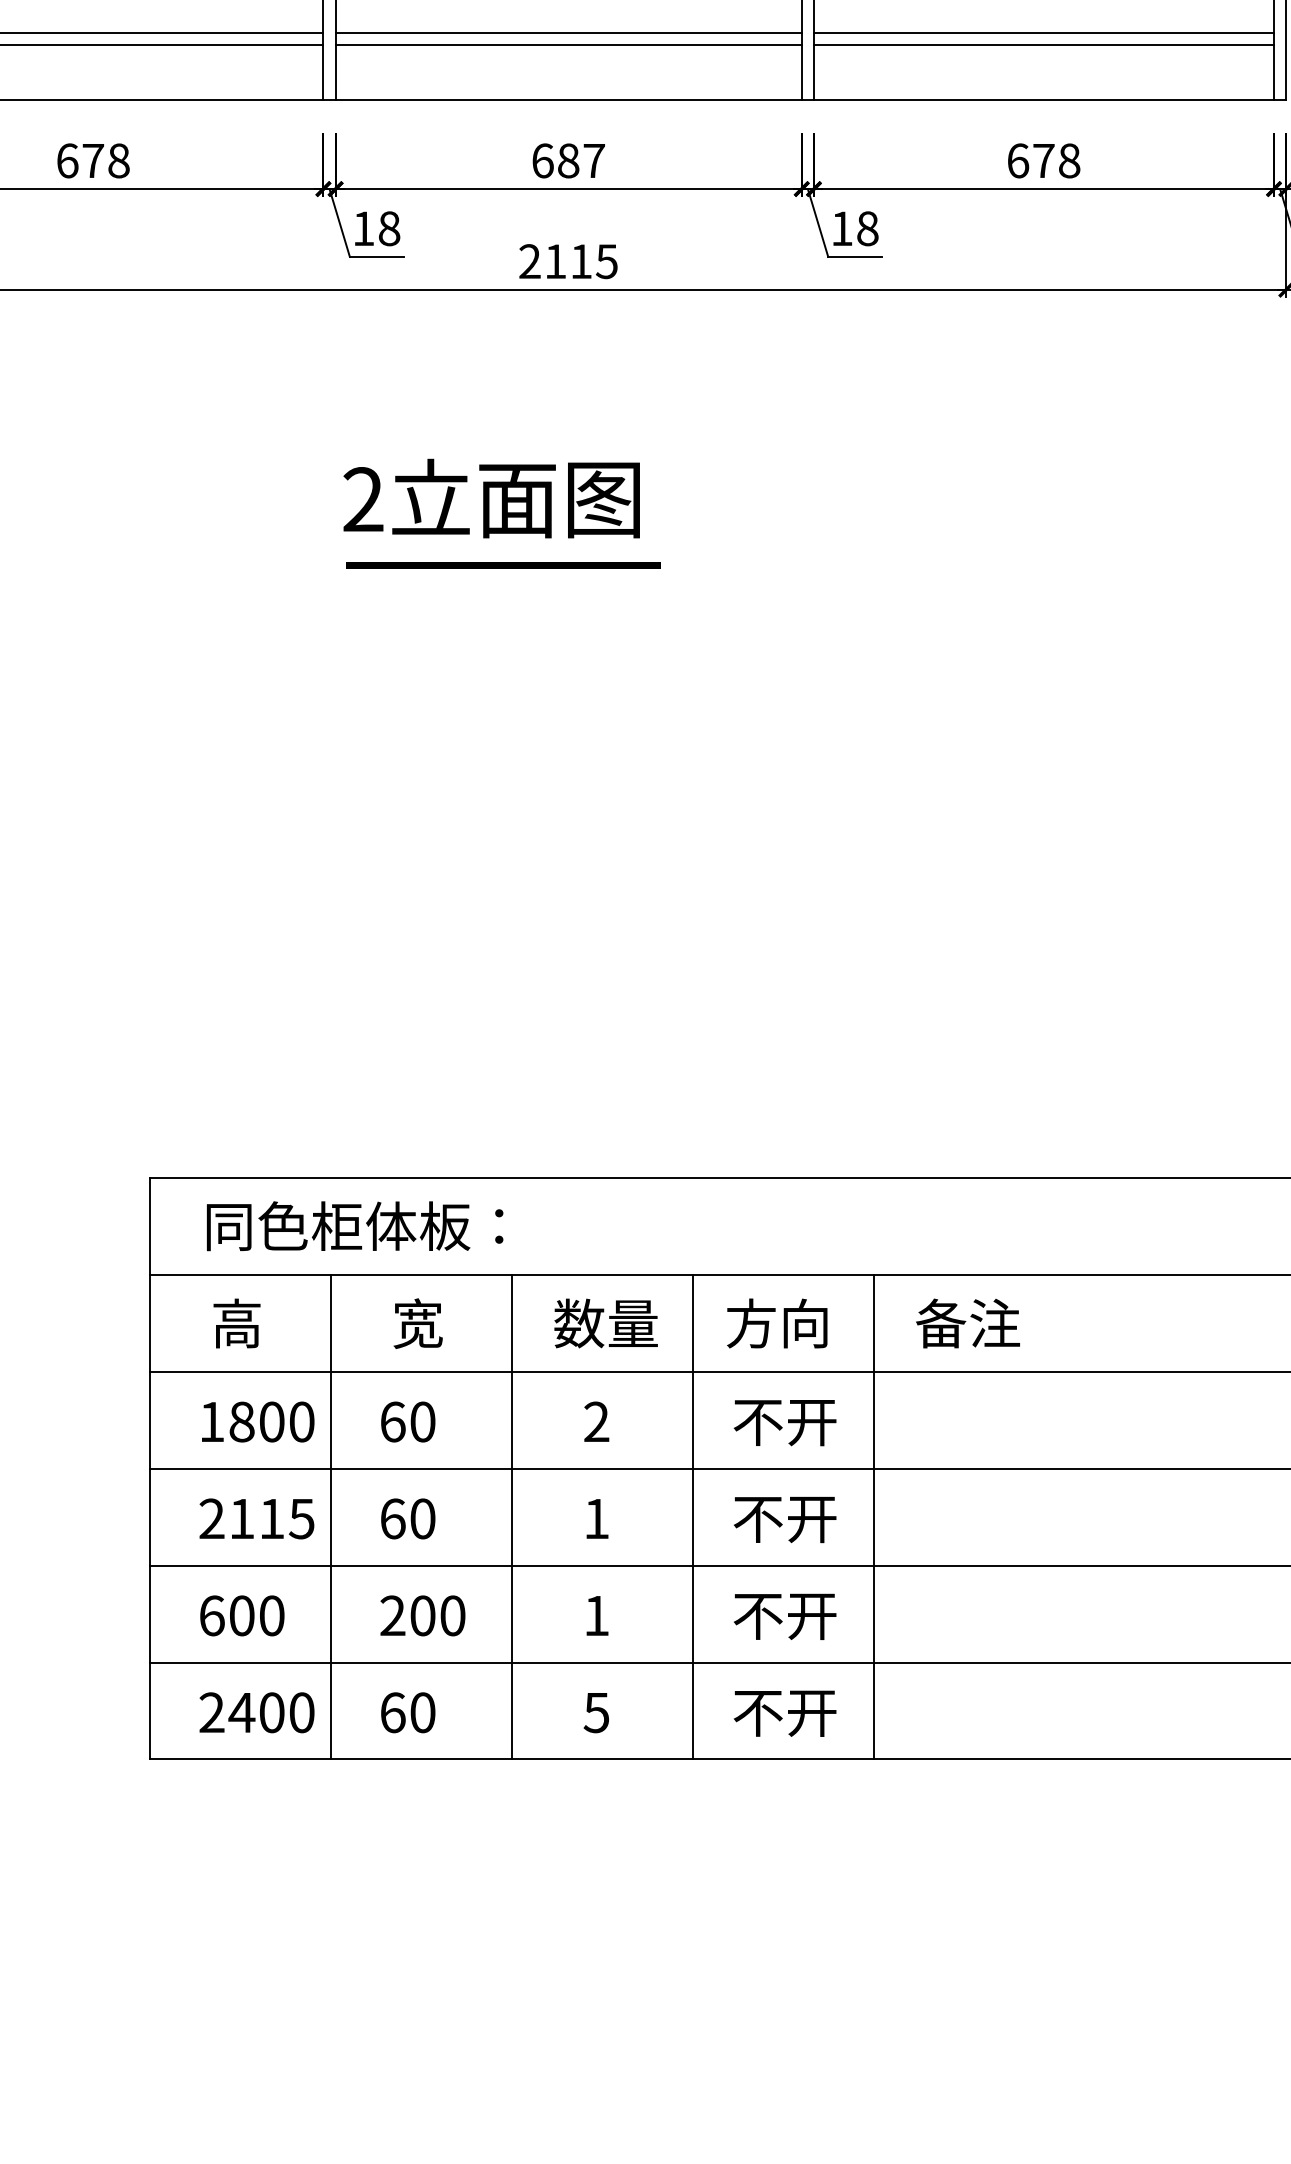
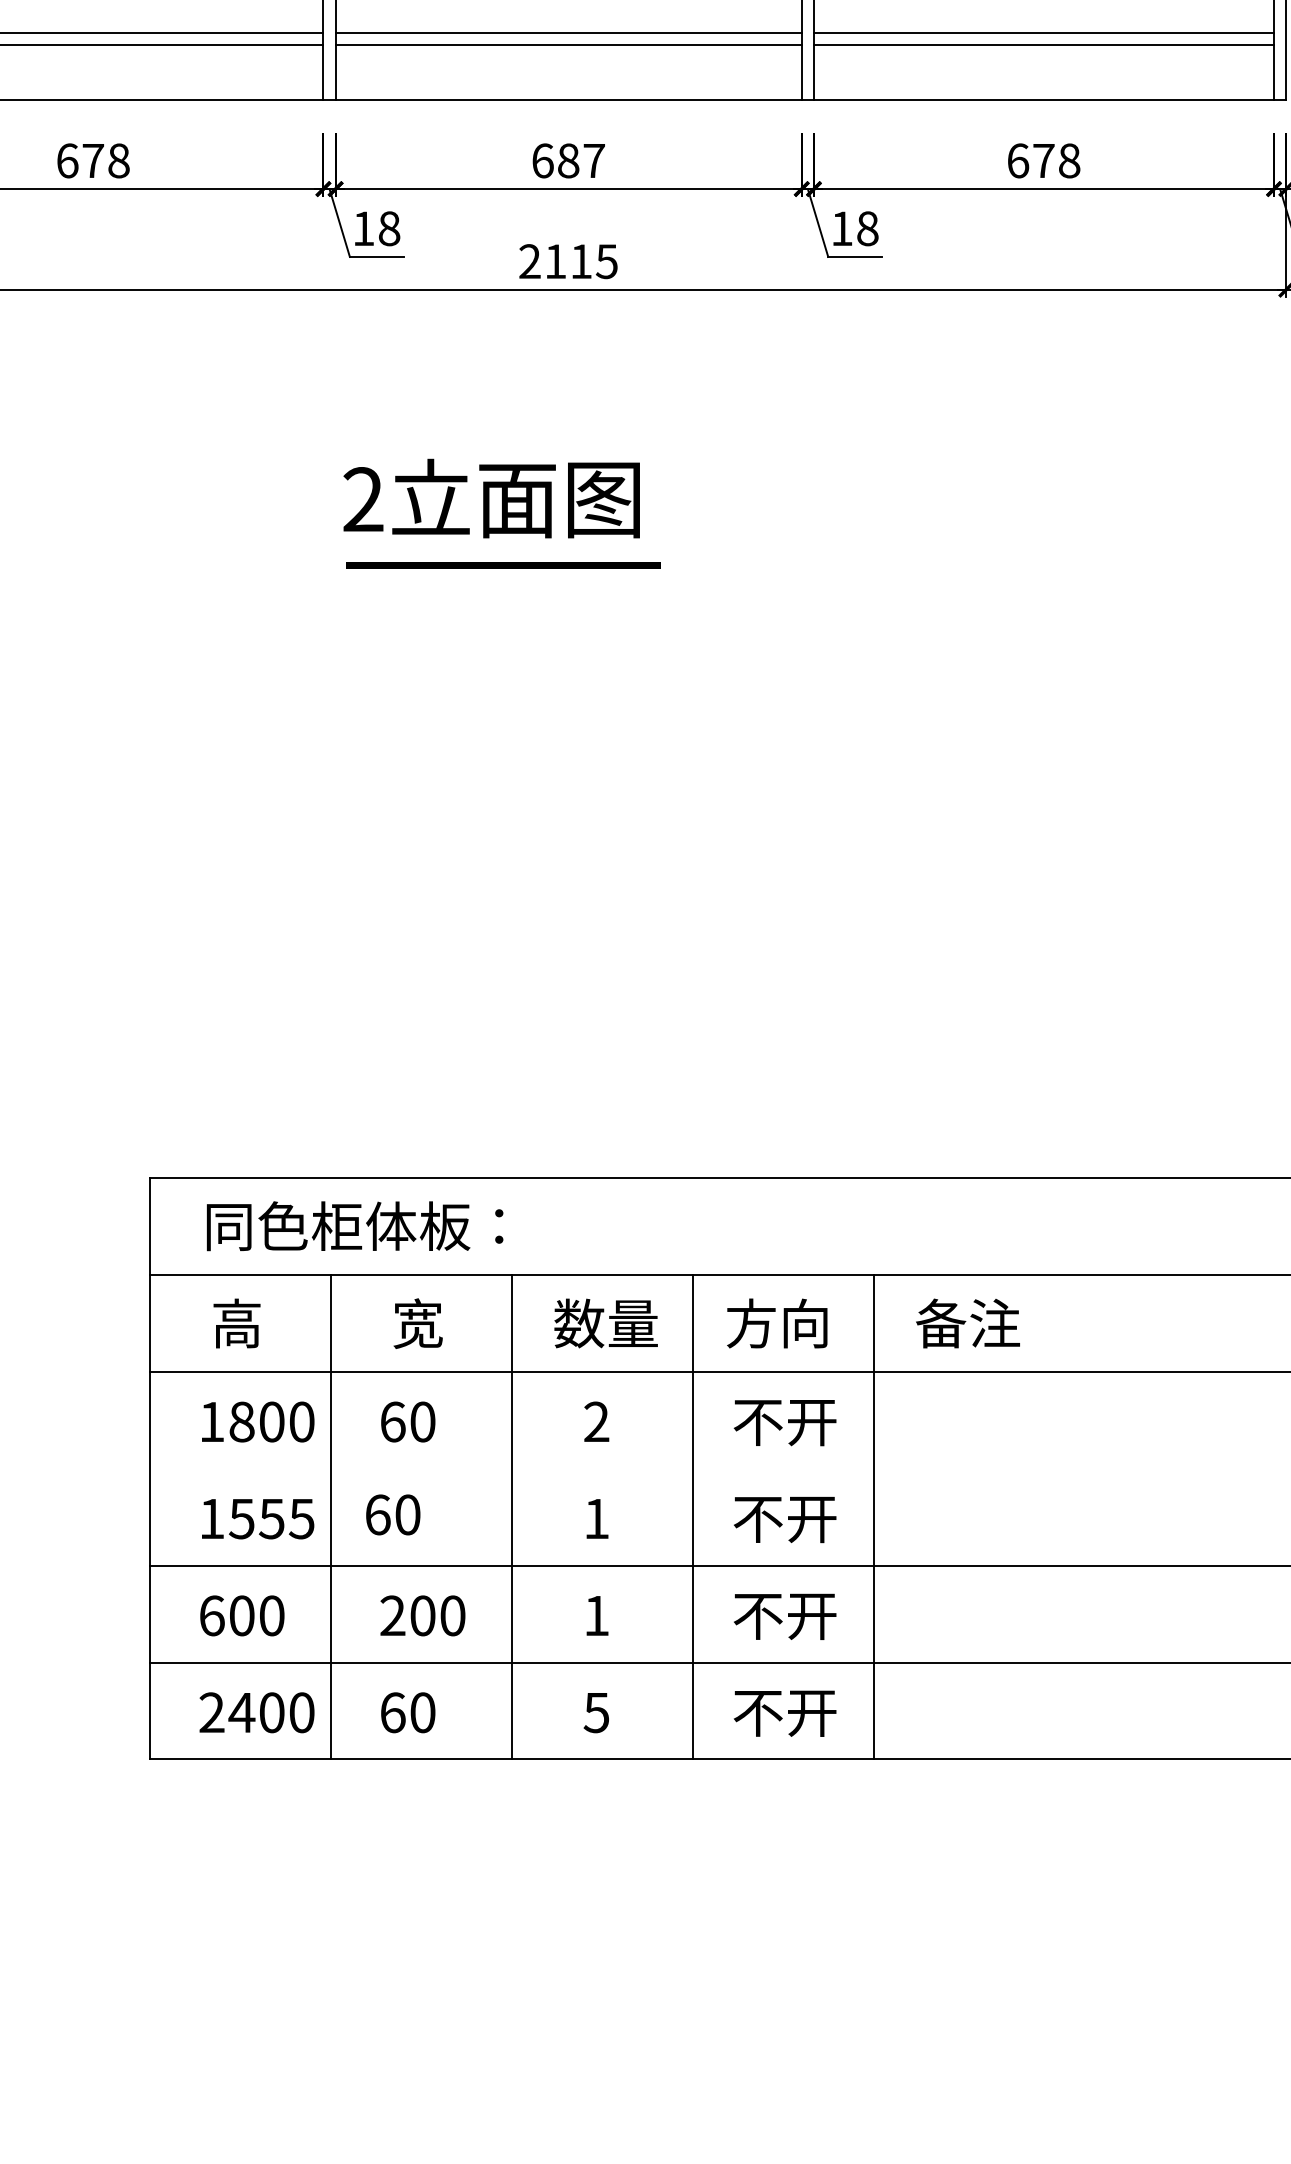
line at (718, 1468): present -> none
text at (241, 1518): 2115 -> 1555
text at (408, 1518) position: (408, 1518) -> (393, 1514)
